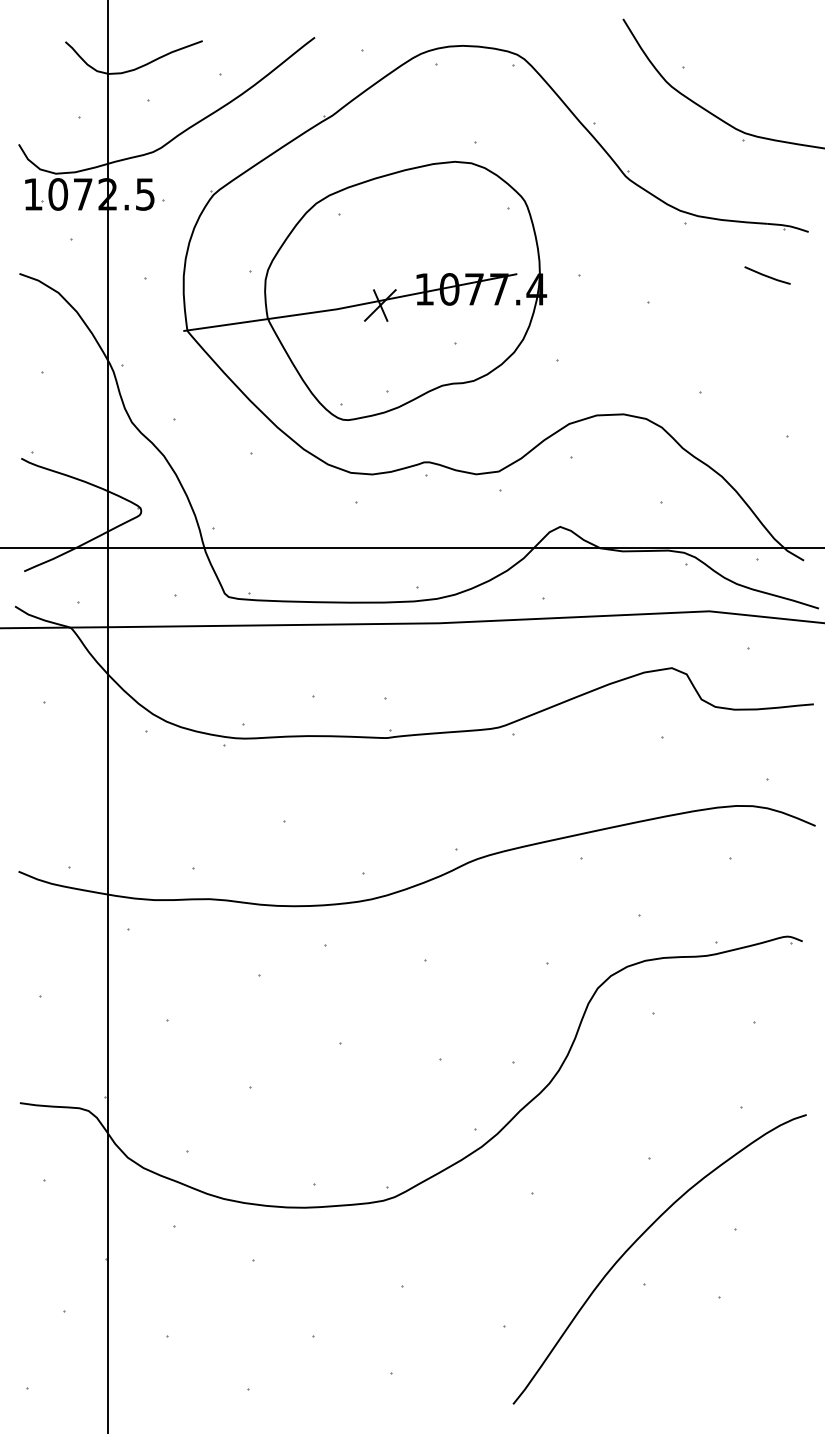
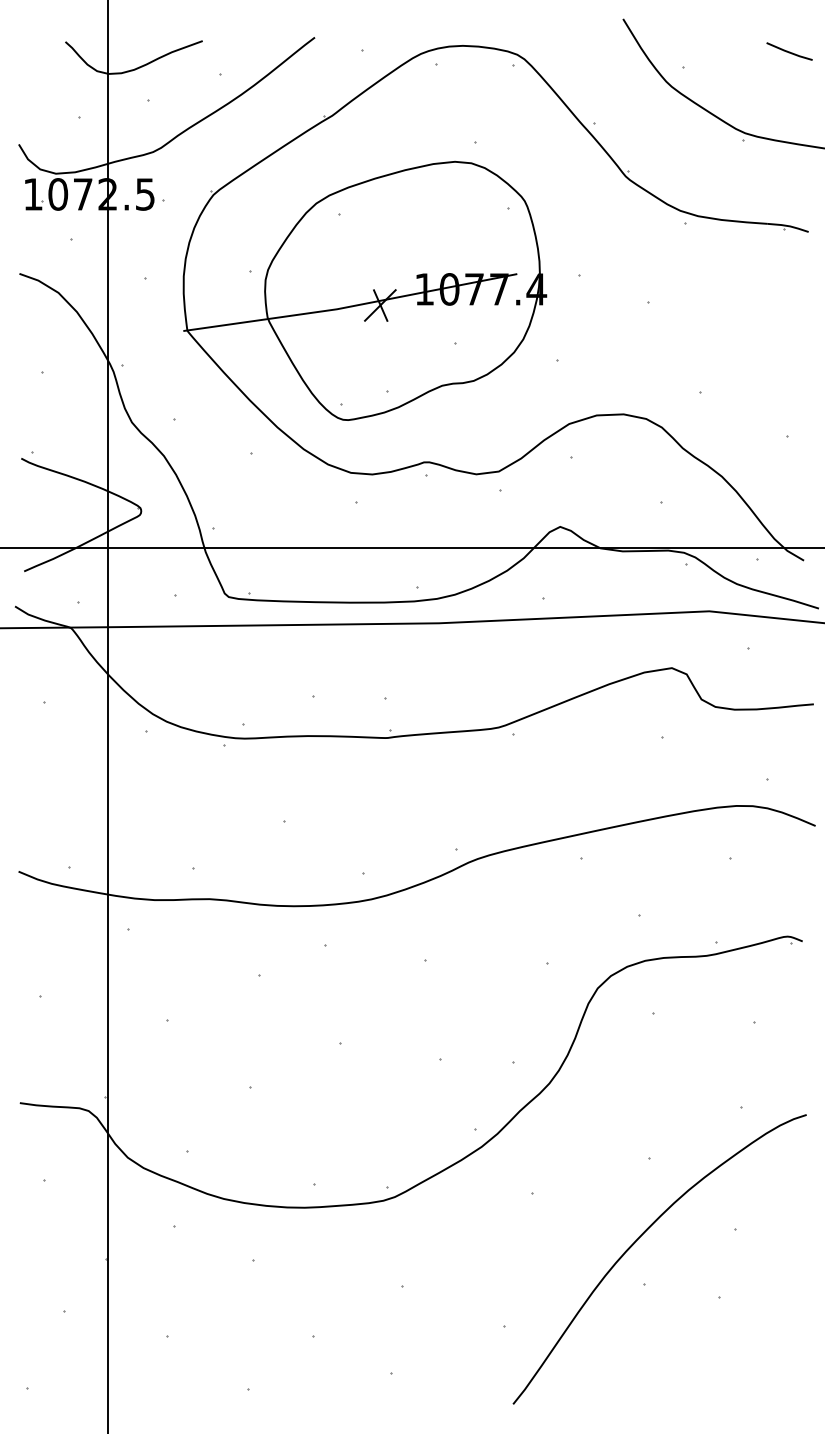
line at (767, 275) position: (767, 275) -> (789, 51)
